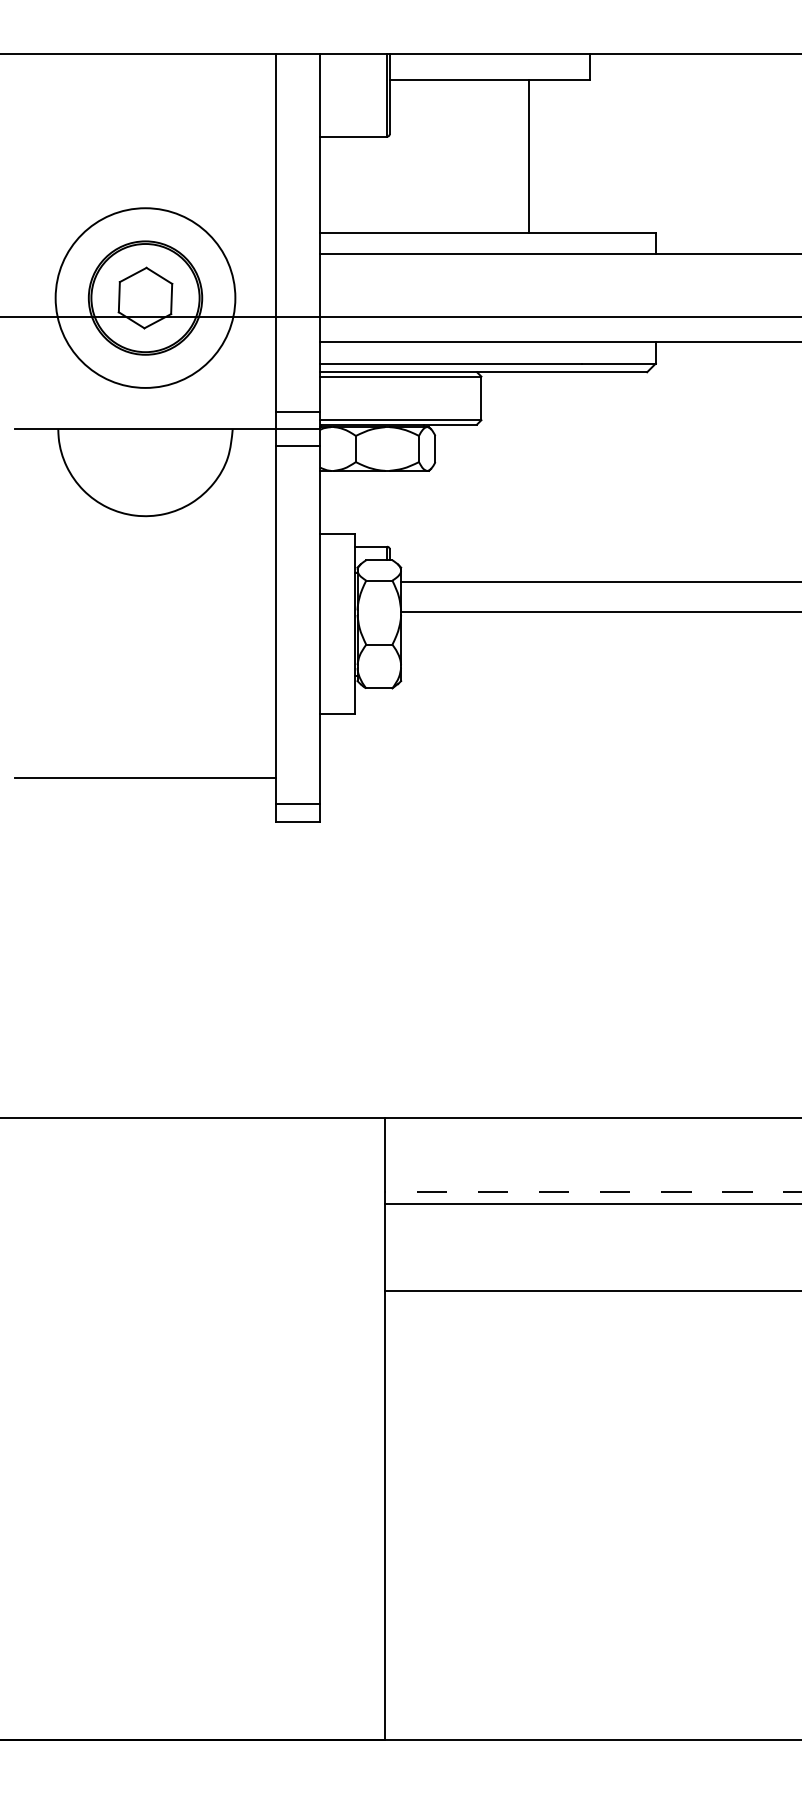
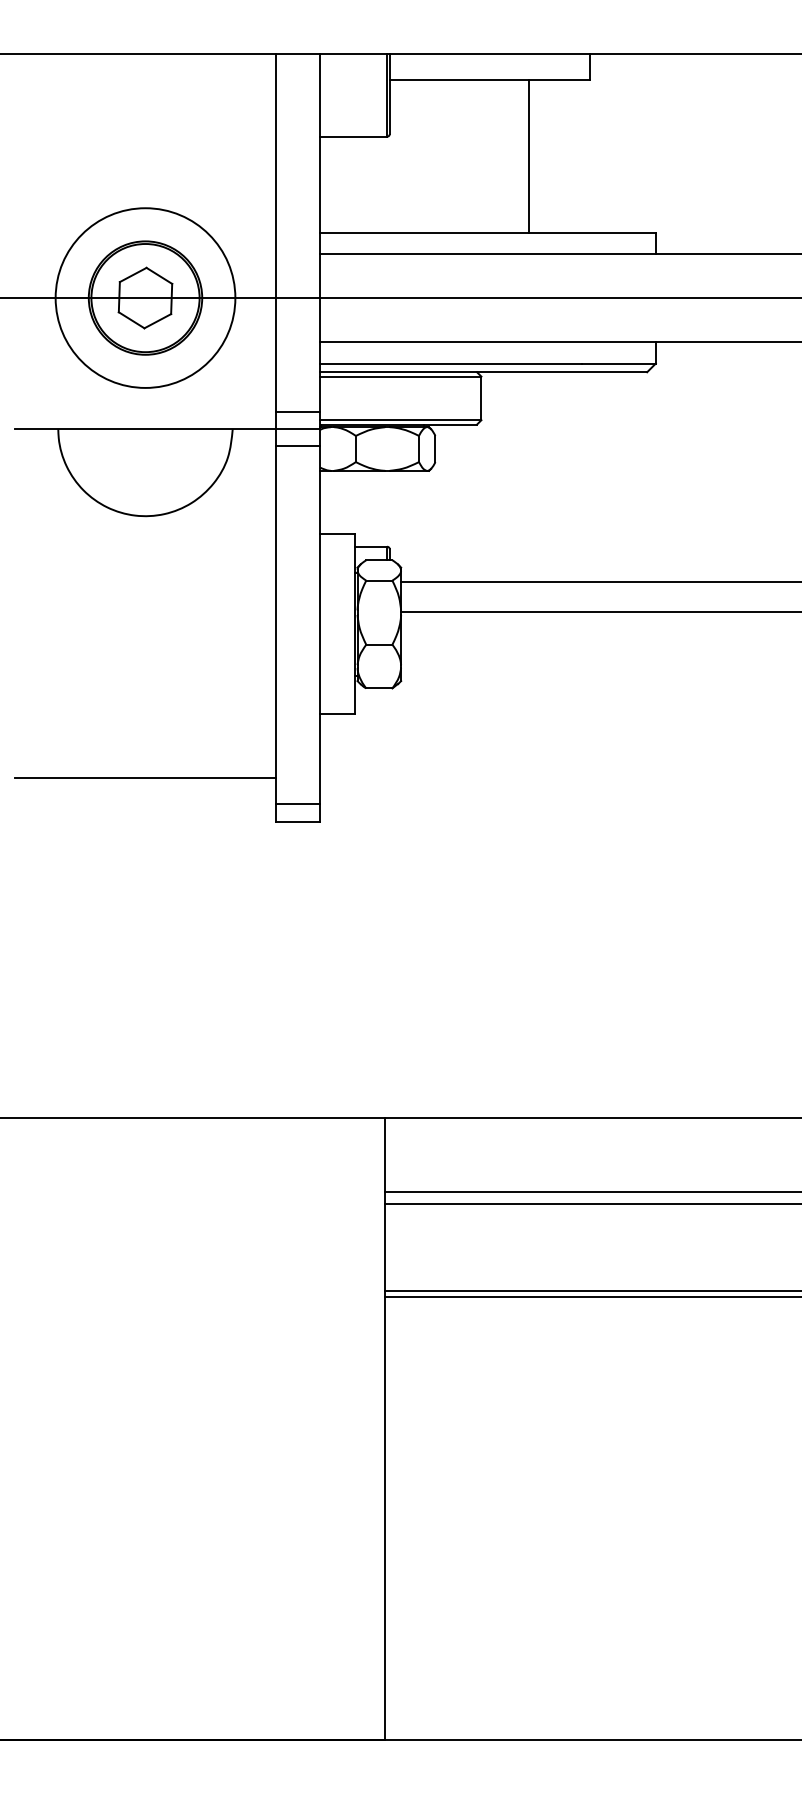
line at (400, 317) position: (400, 317) -> (400, 298)
line at (593, 1191): dashed -> solid
line at (591, 1296): none -> present
